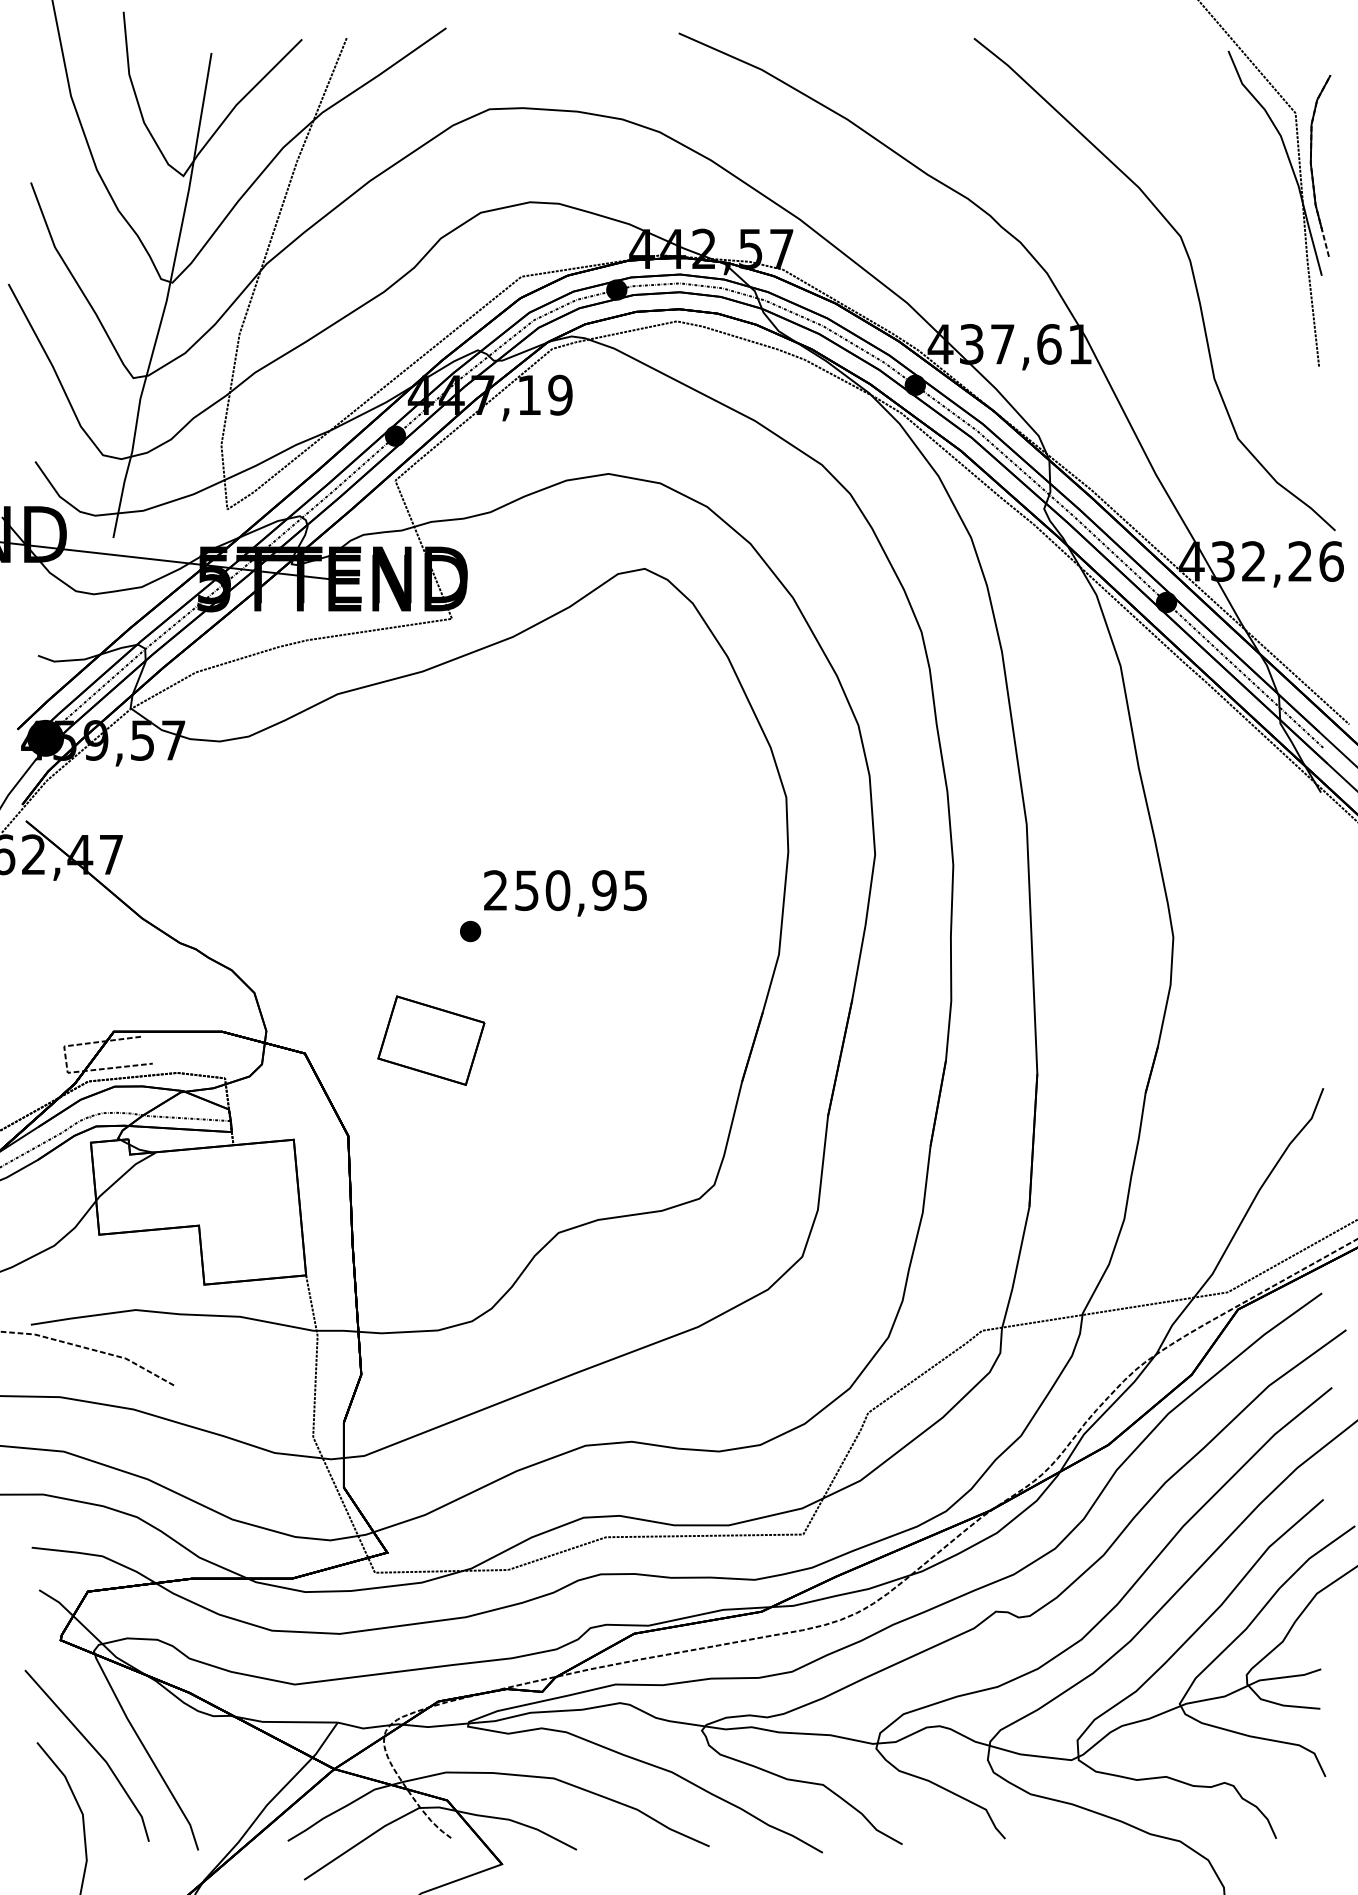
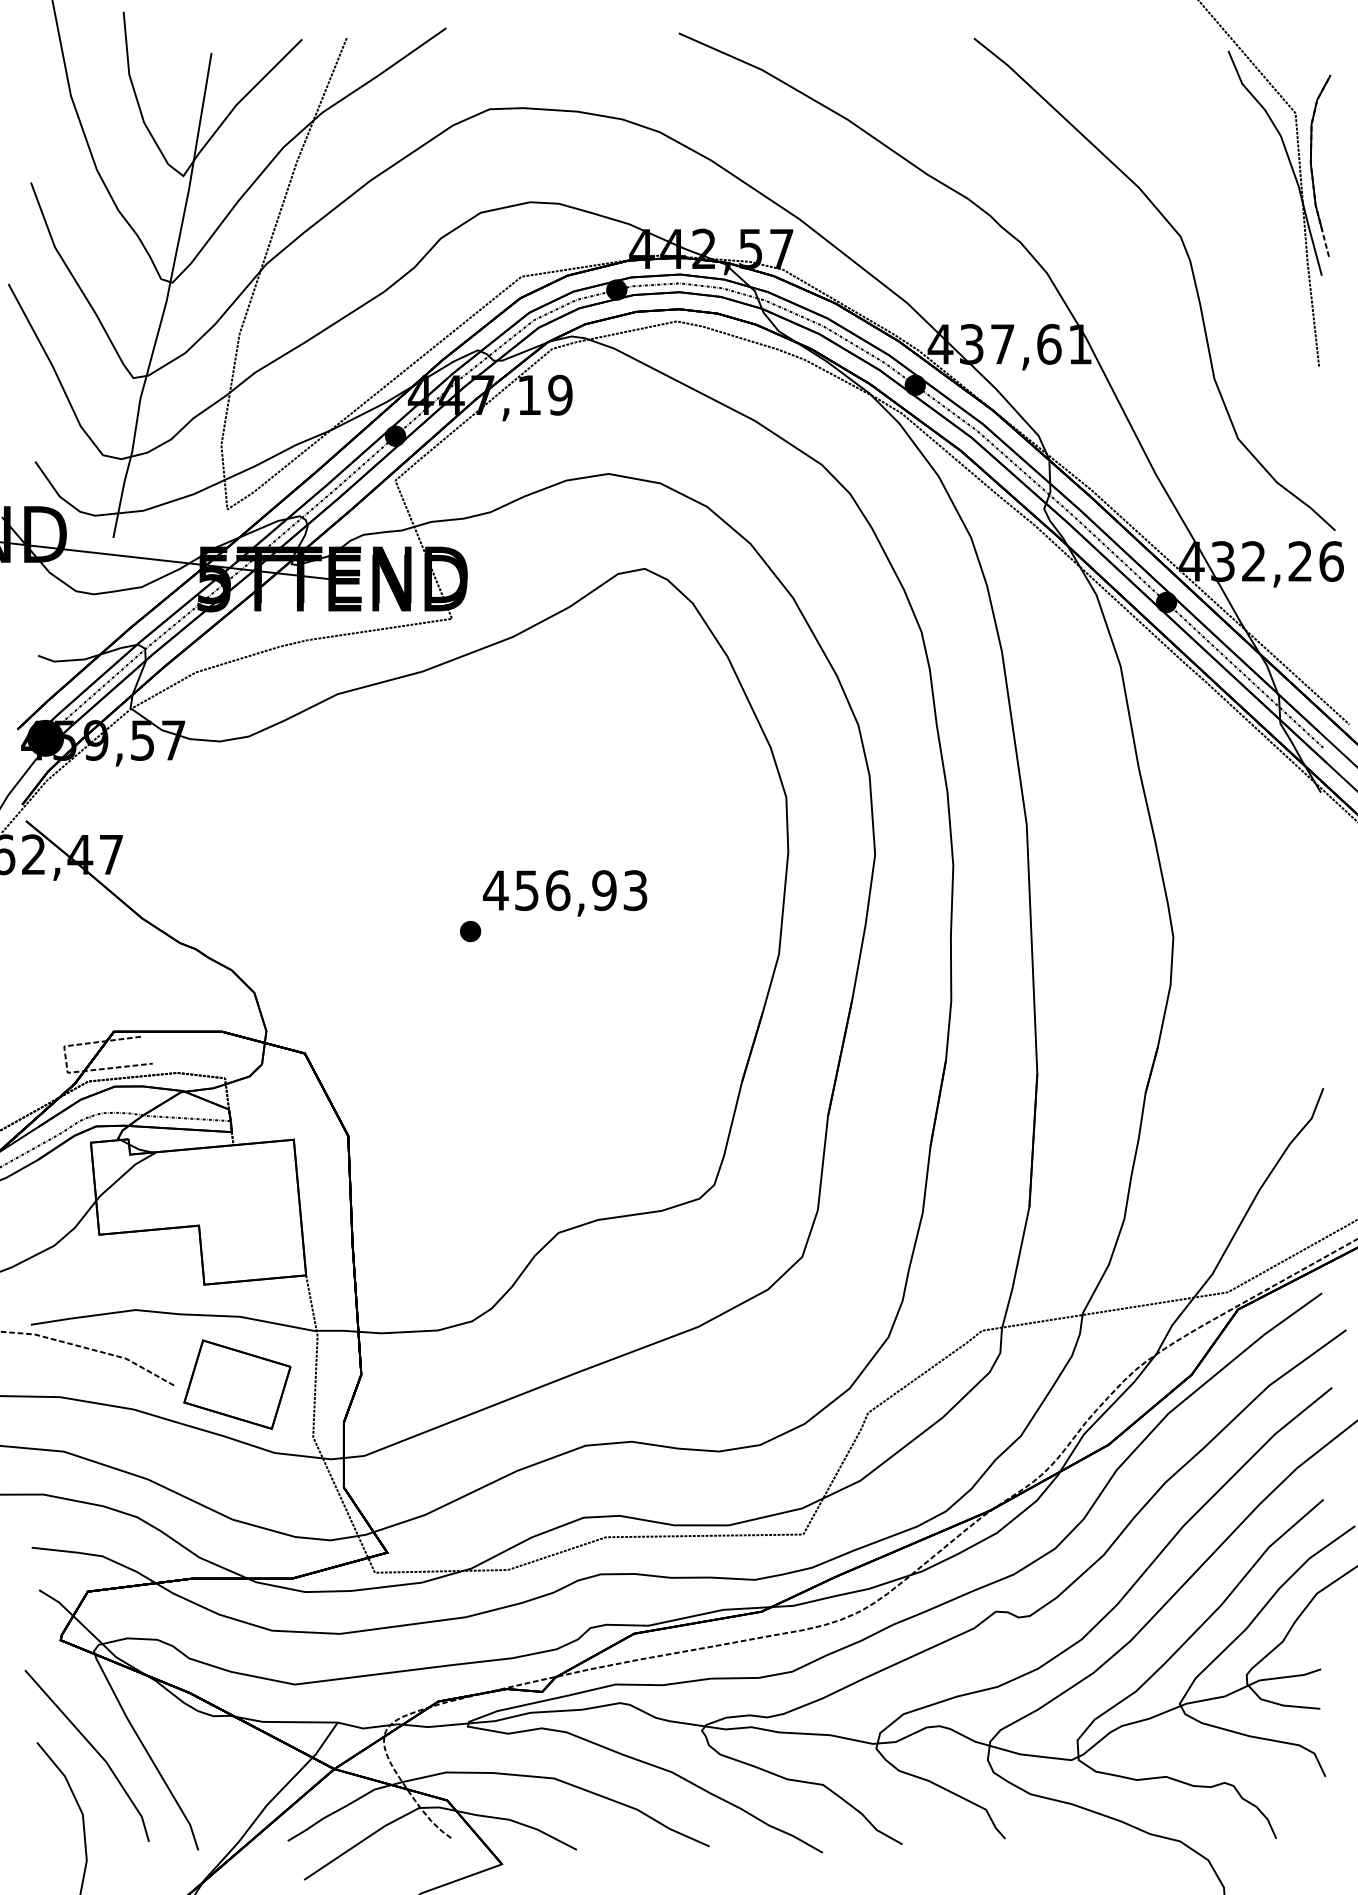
text at (565, 890): 250,95 -> 456,93
part at (431, 1040) position: (431, 1040) -> (237, 1384)
